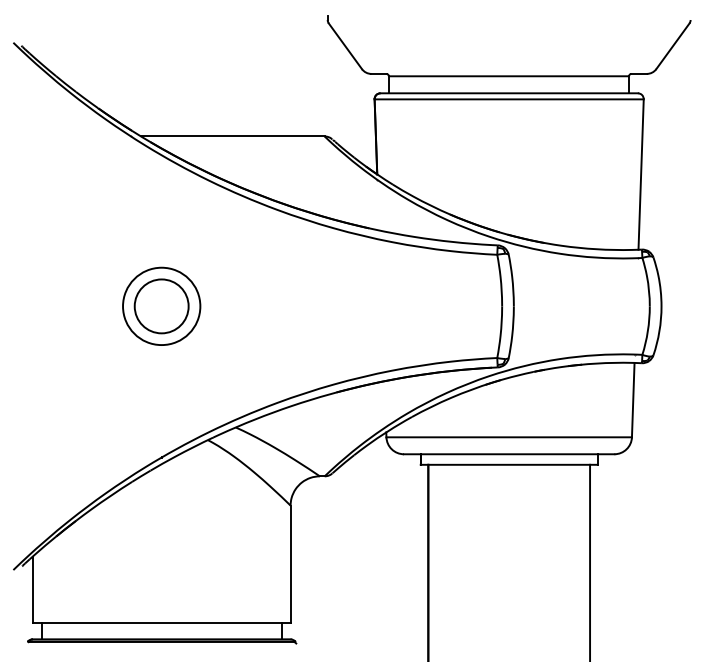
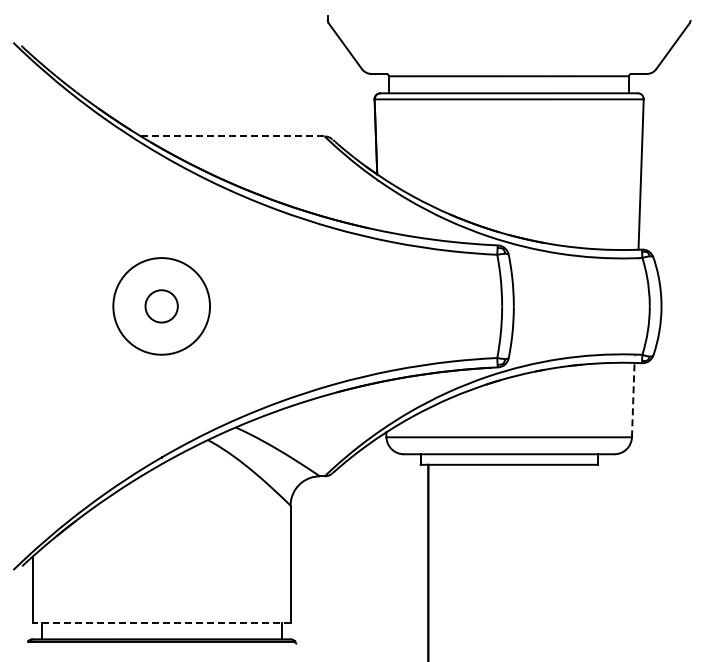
line at (232, 136): solid -> dashed
circle at (161, 306) diameter: 54 px -> 32 px
circle at (161, 306) diameter: 77 px -> 97 px
line at (633, 399): solid -> dashed
line at (590, 561): present -> none
line at (161, 622): solid -> dashed
